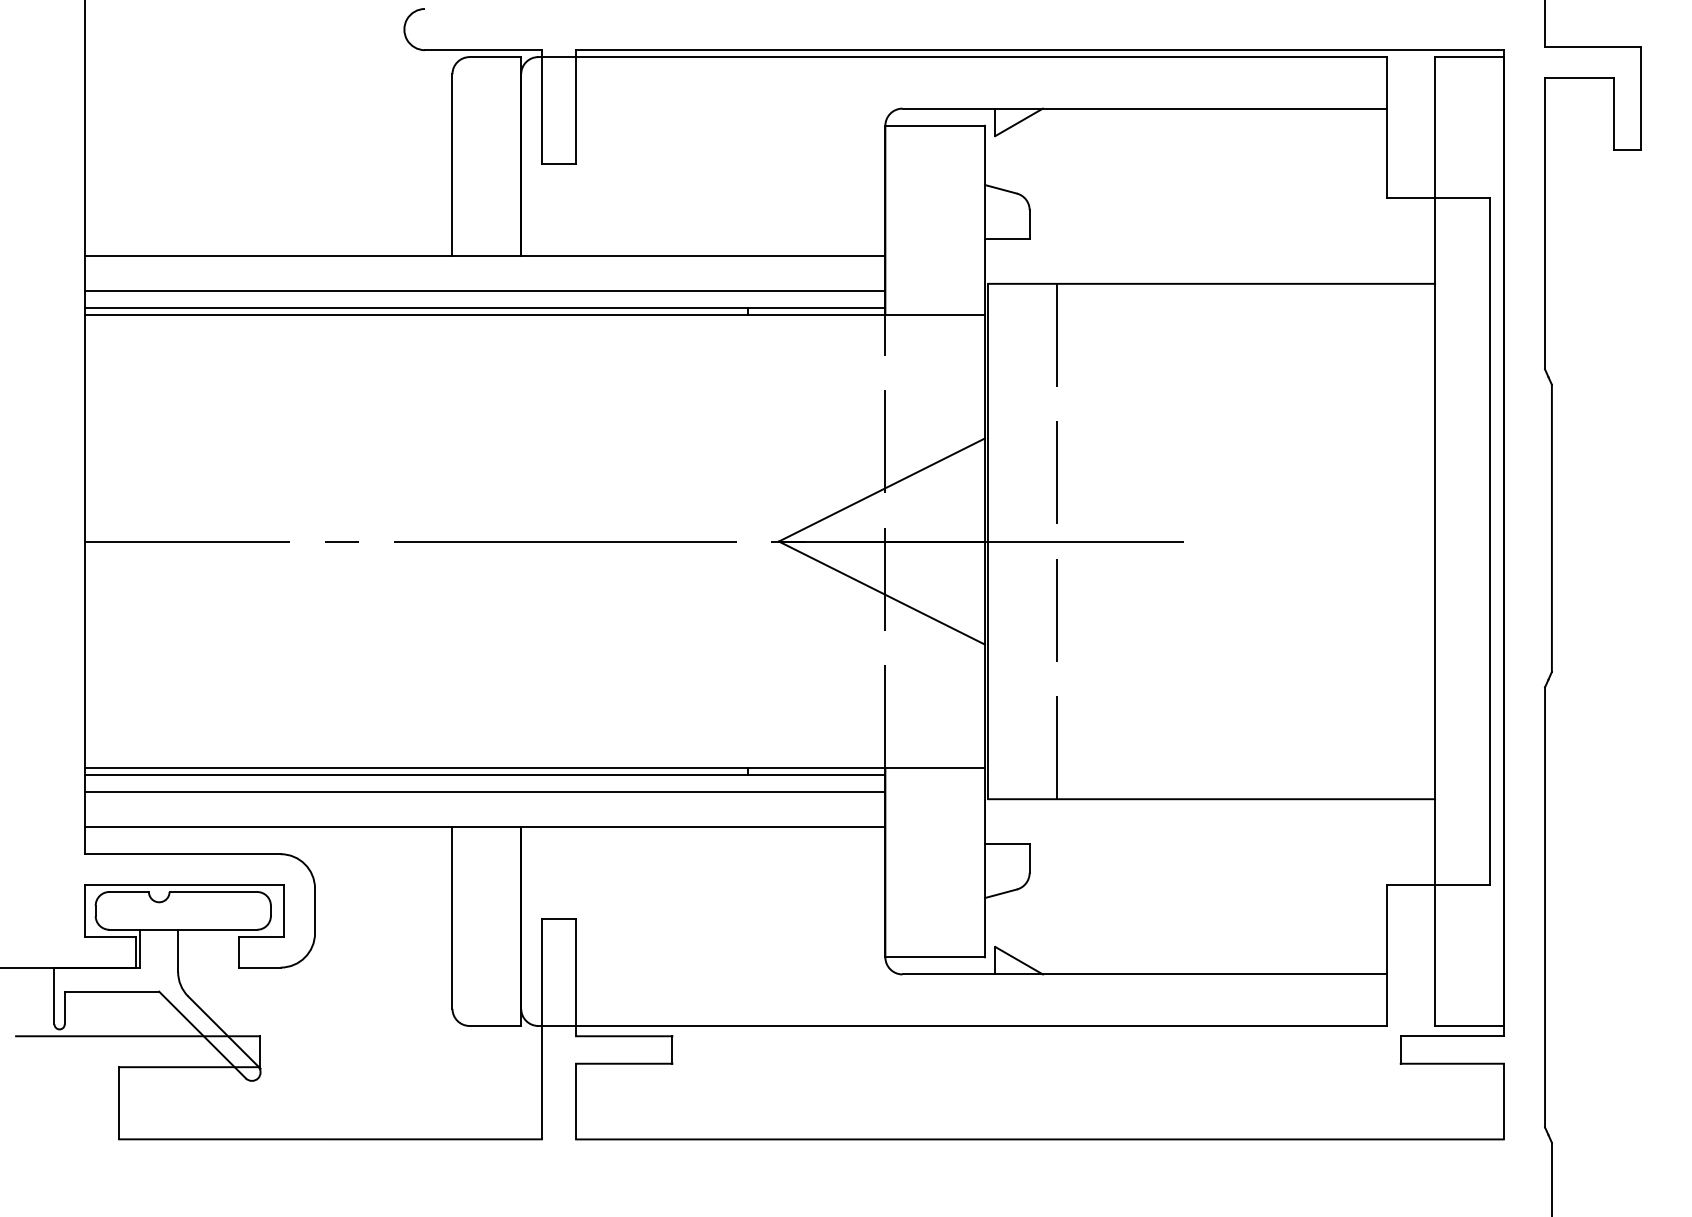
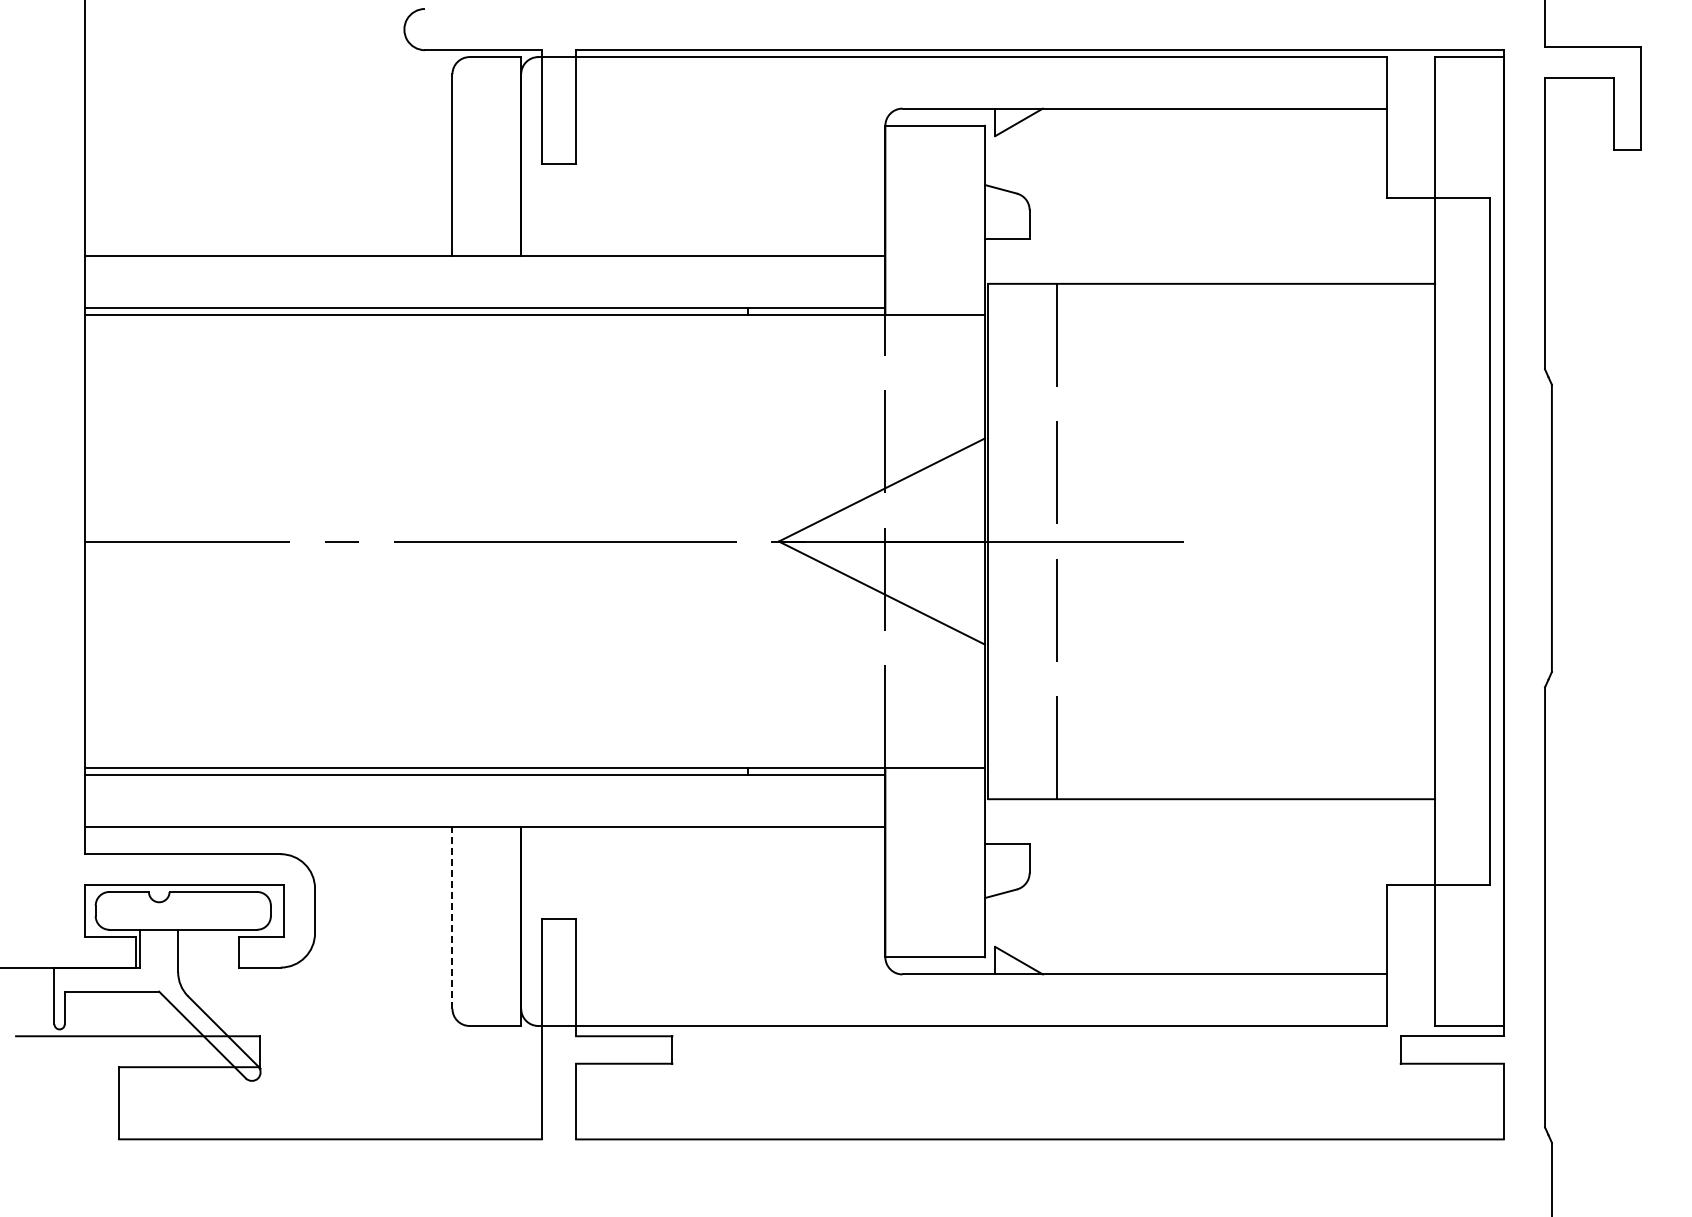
line at (484, 290): present -> none
line at (484, 792): present -> none
line at (452, 917): solid -> dashed
